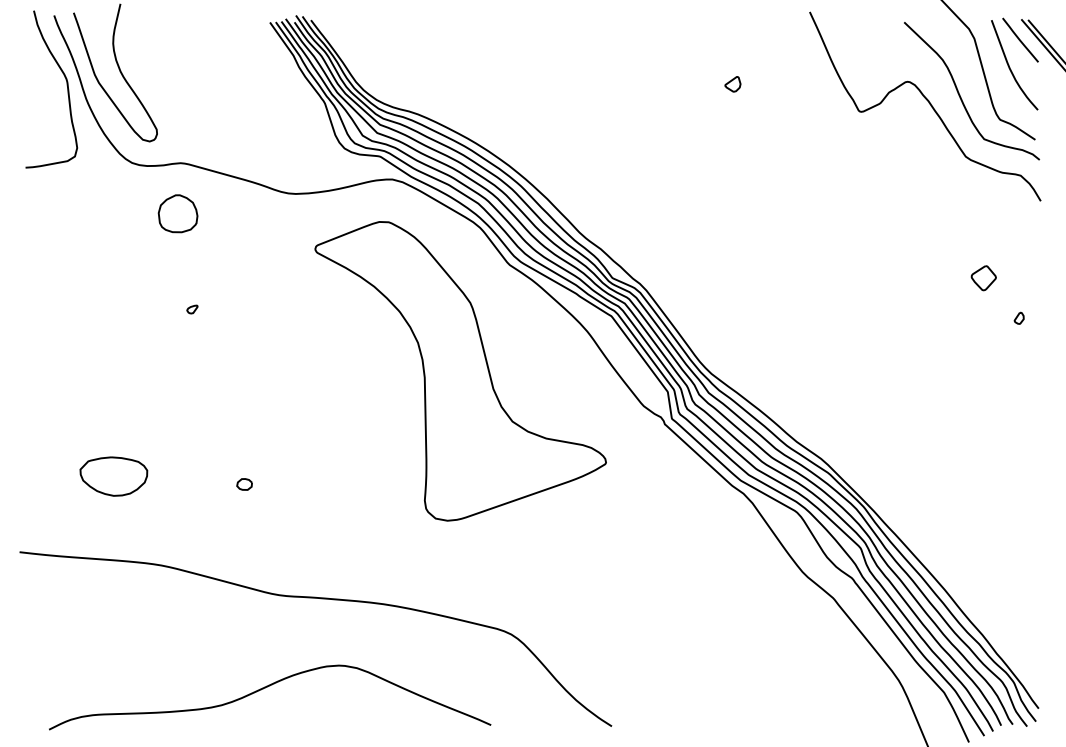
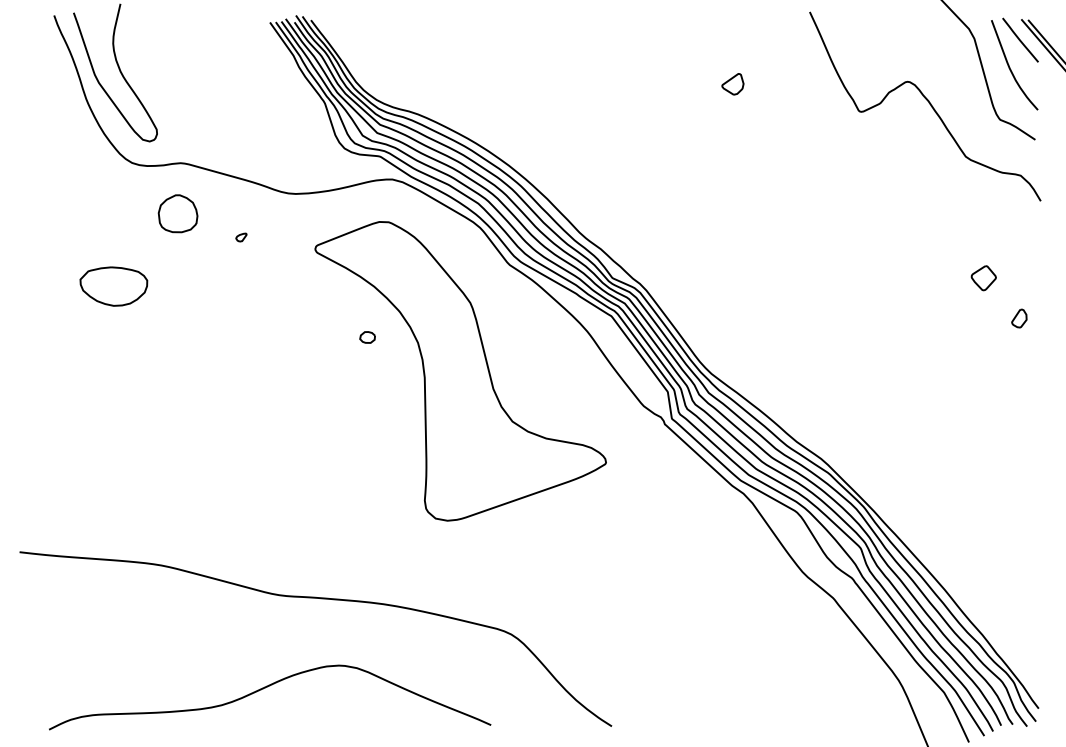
part at (732, 84) size: 18x17 px -> 24x23 px
curve at (66, 85): present -> none
curve at (960, 94): present -> none
part at (192, 309) position: (192, 309) -> (241, 237)
part at (1018, 317) size: 12x14 px -> 17x21 px
part at (113, 476) position: (113, 476) -> (113, 286)
part at (244, 484) position: (244, 484) -> (367, 337)
